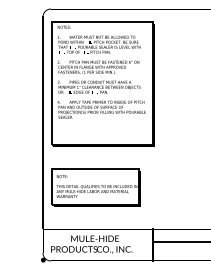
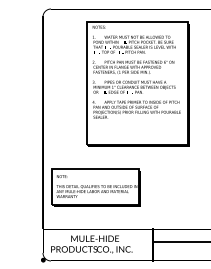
part at (102, 83) position: (102, 83) -> (137, 83)
